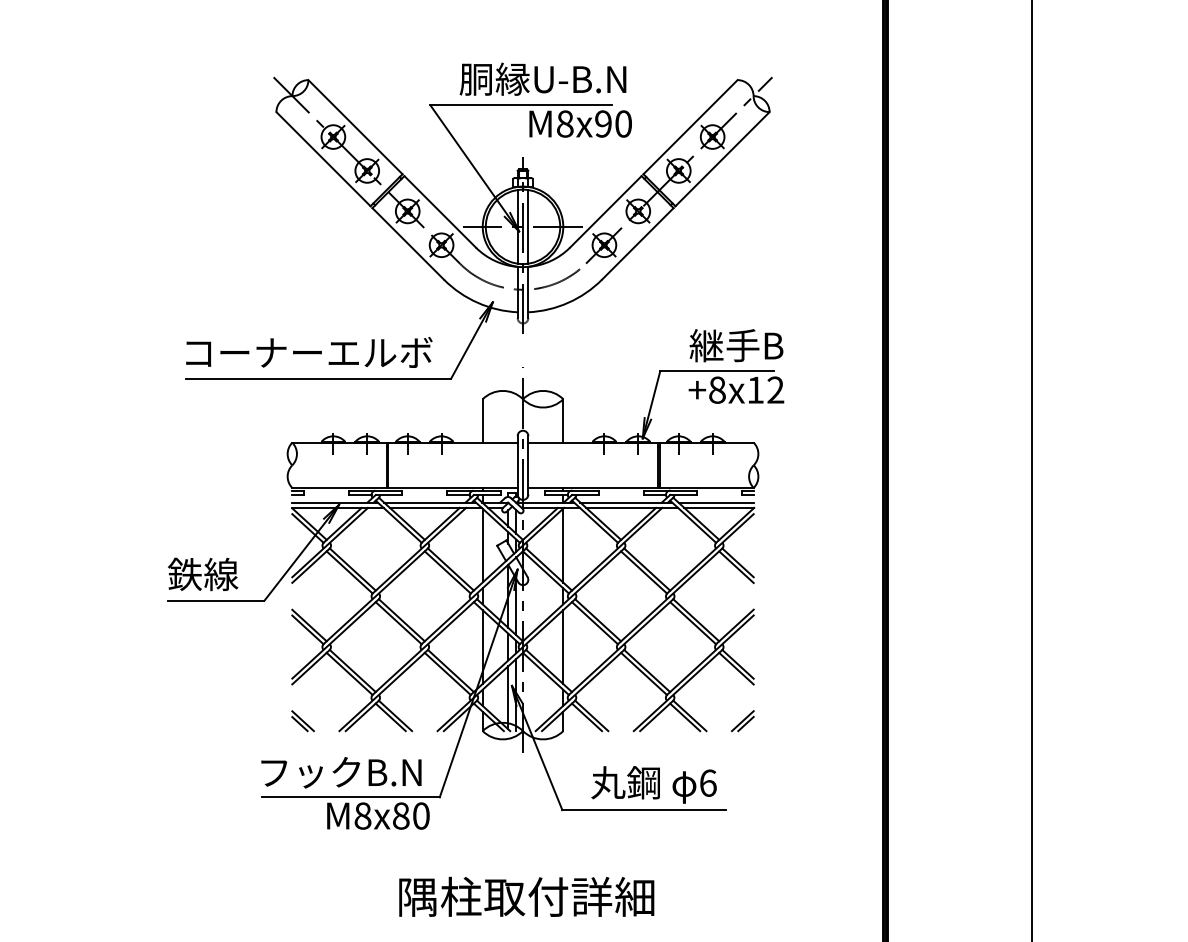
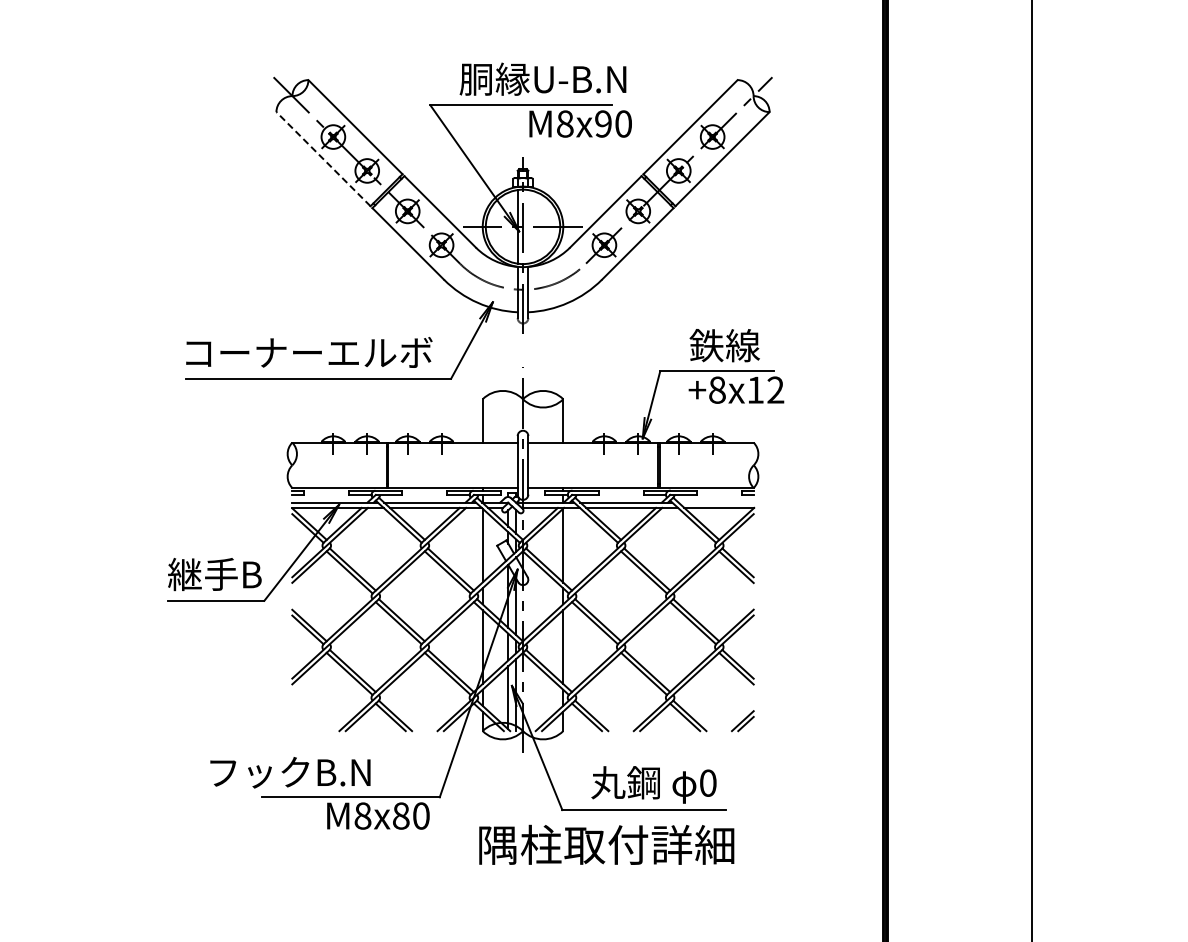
line at (323, 159): solid -> dashed
line at (528, 226): present -> none
text at (736, 345): 継手B -> 鉄線
line at (715, 502): present -> none
text at (214, 574): 鉄線 -> 継手B
part at (302, 721): present -> none
text at (341, 772) position: (341, 772) -> (290, 772)
text at (708, 782): 6 -> 0
text at (526, 896) position: (526, 896) -> (606, 844)
